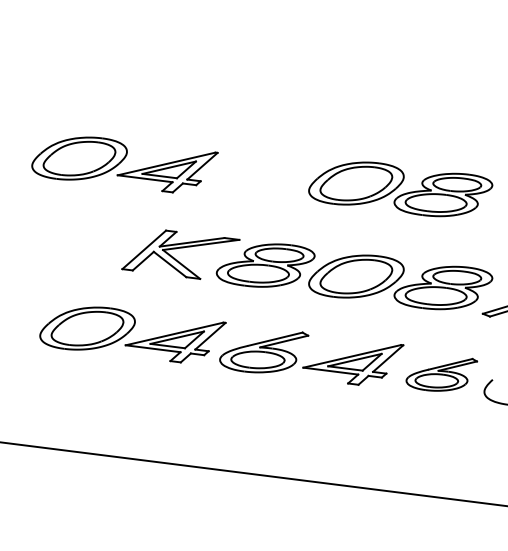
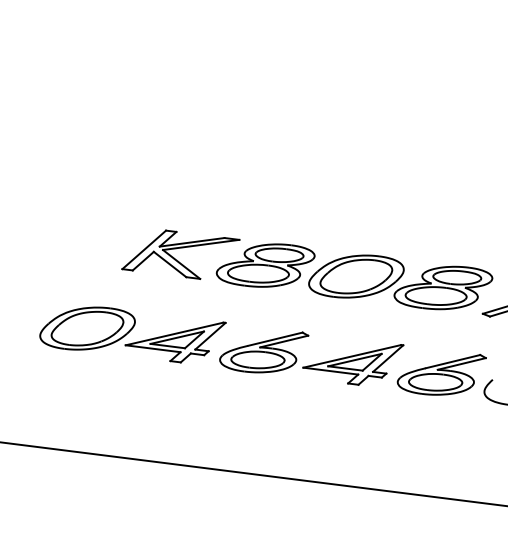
part at (124, 164): present -> none
part at (400, 189): present -> none
part at (441, 374) size: 74x35 px -> 91x42 px
